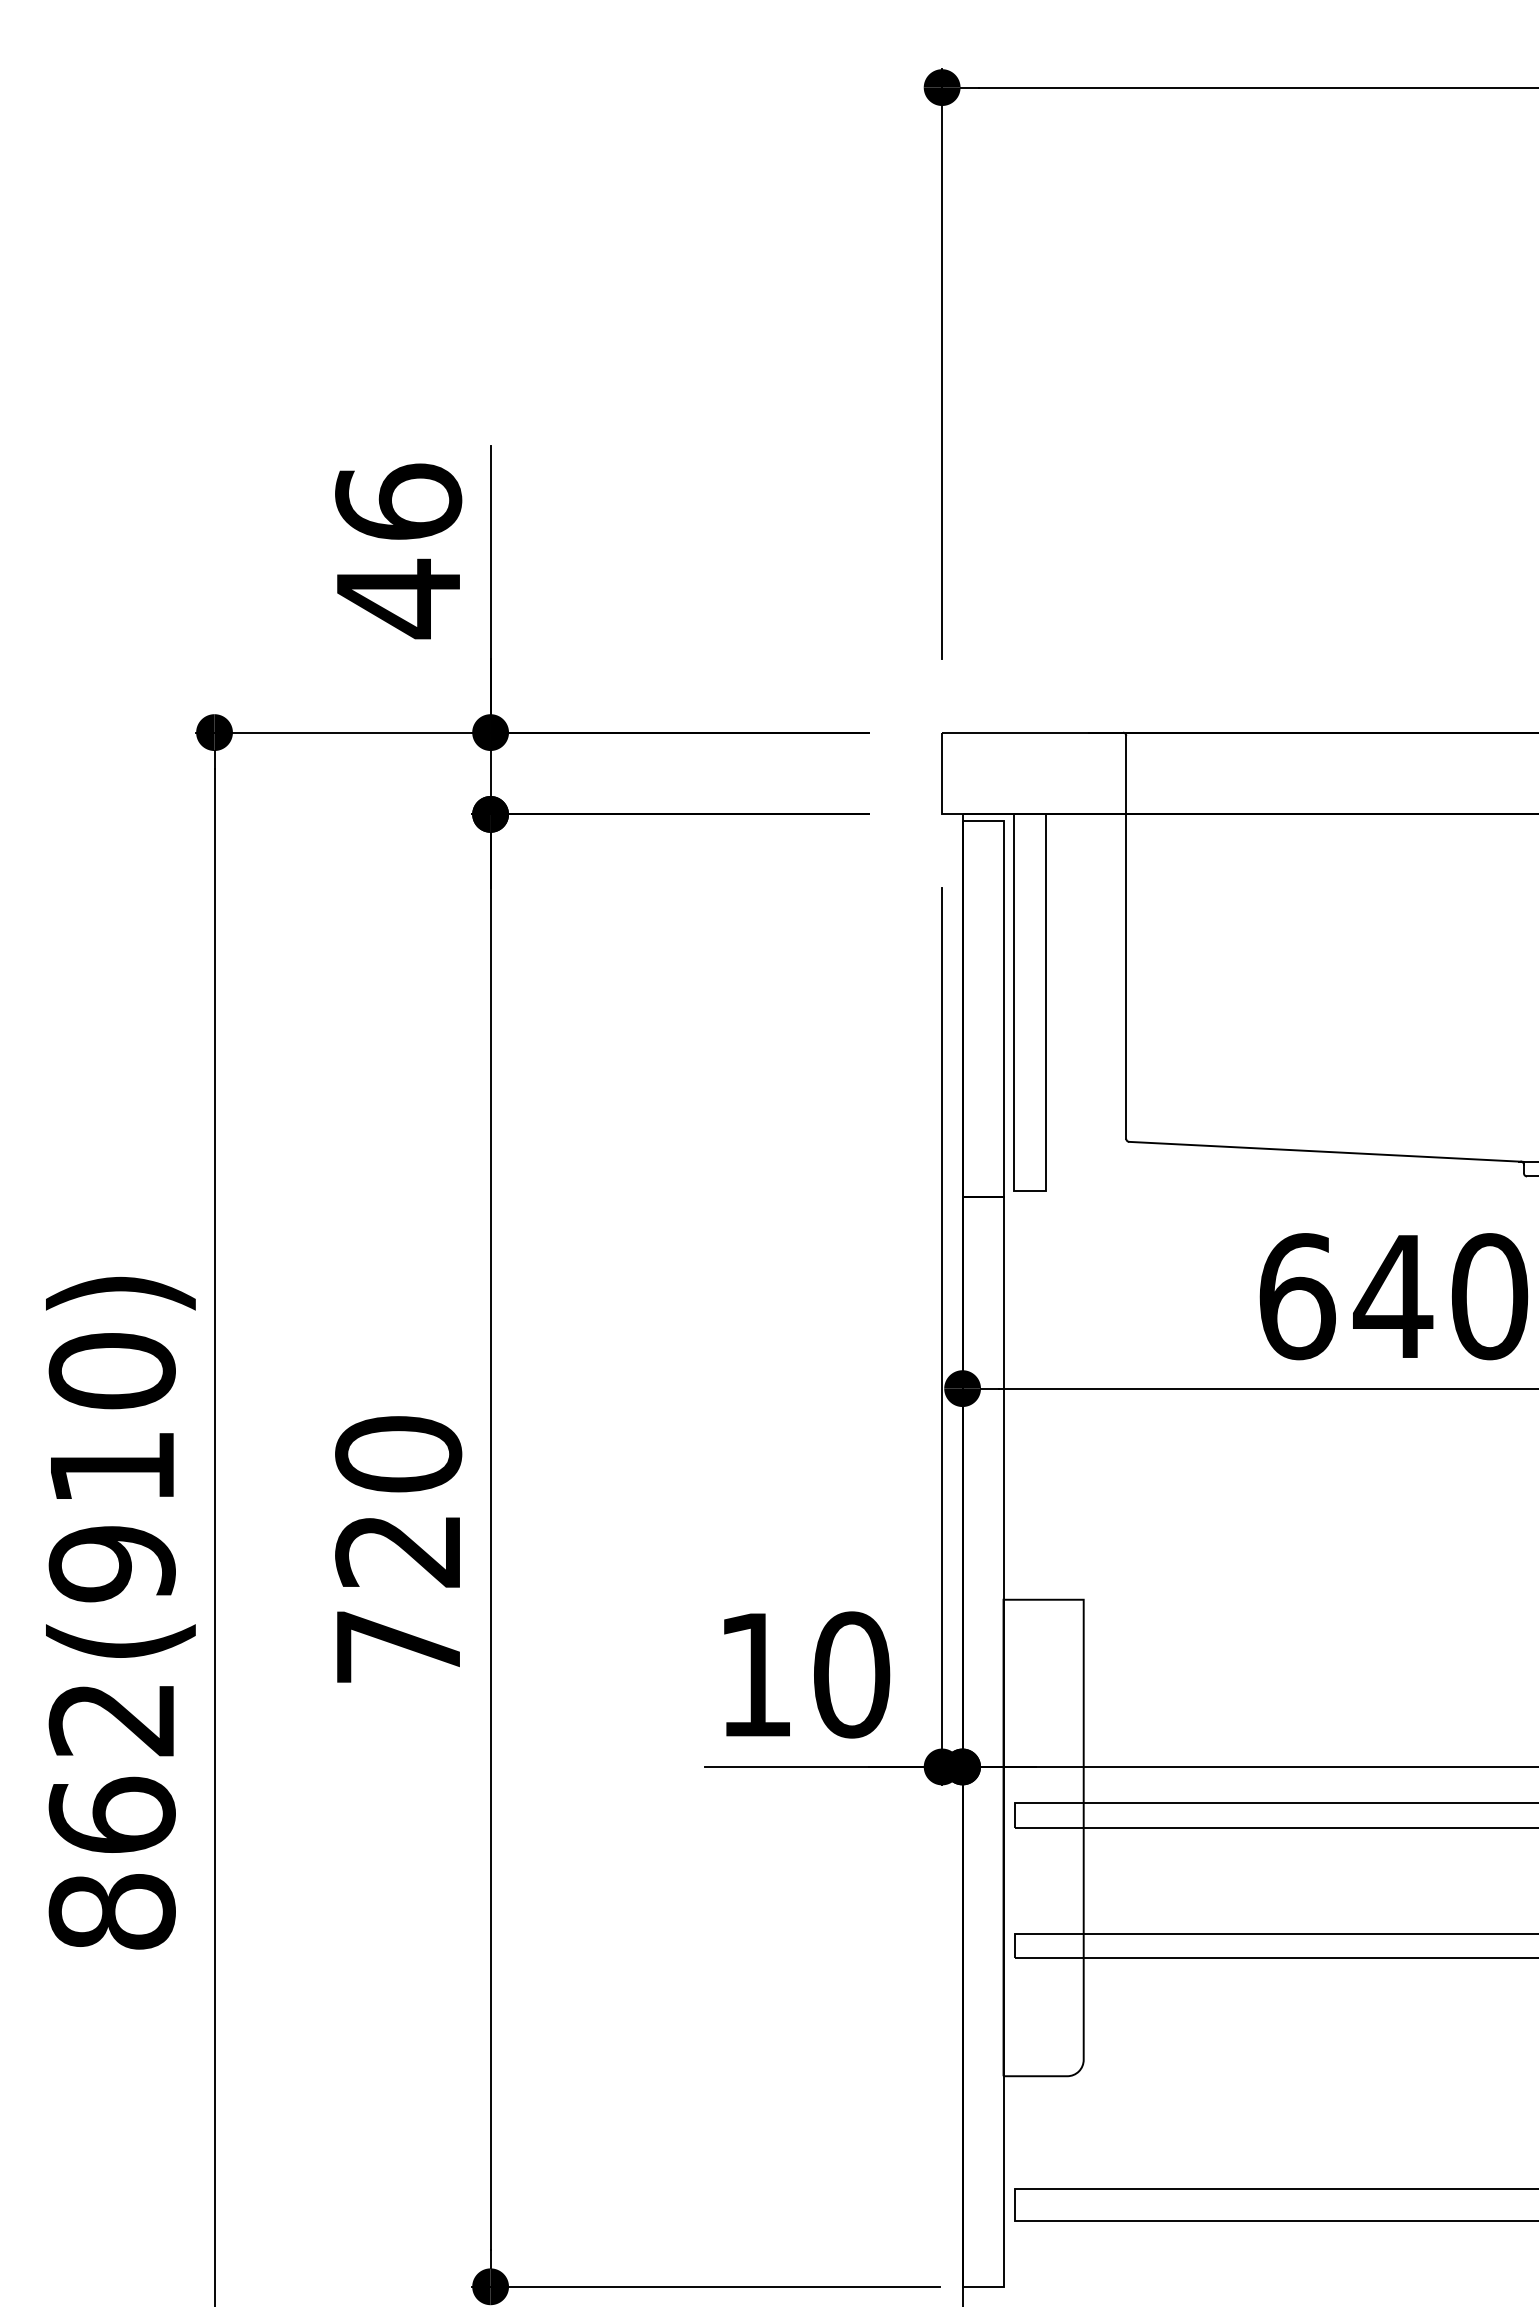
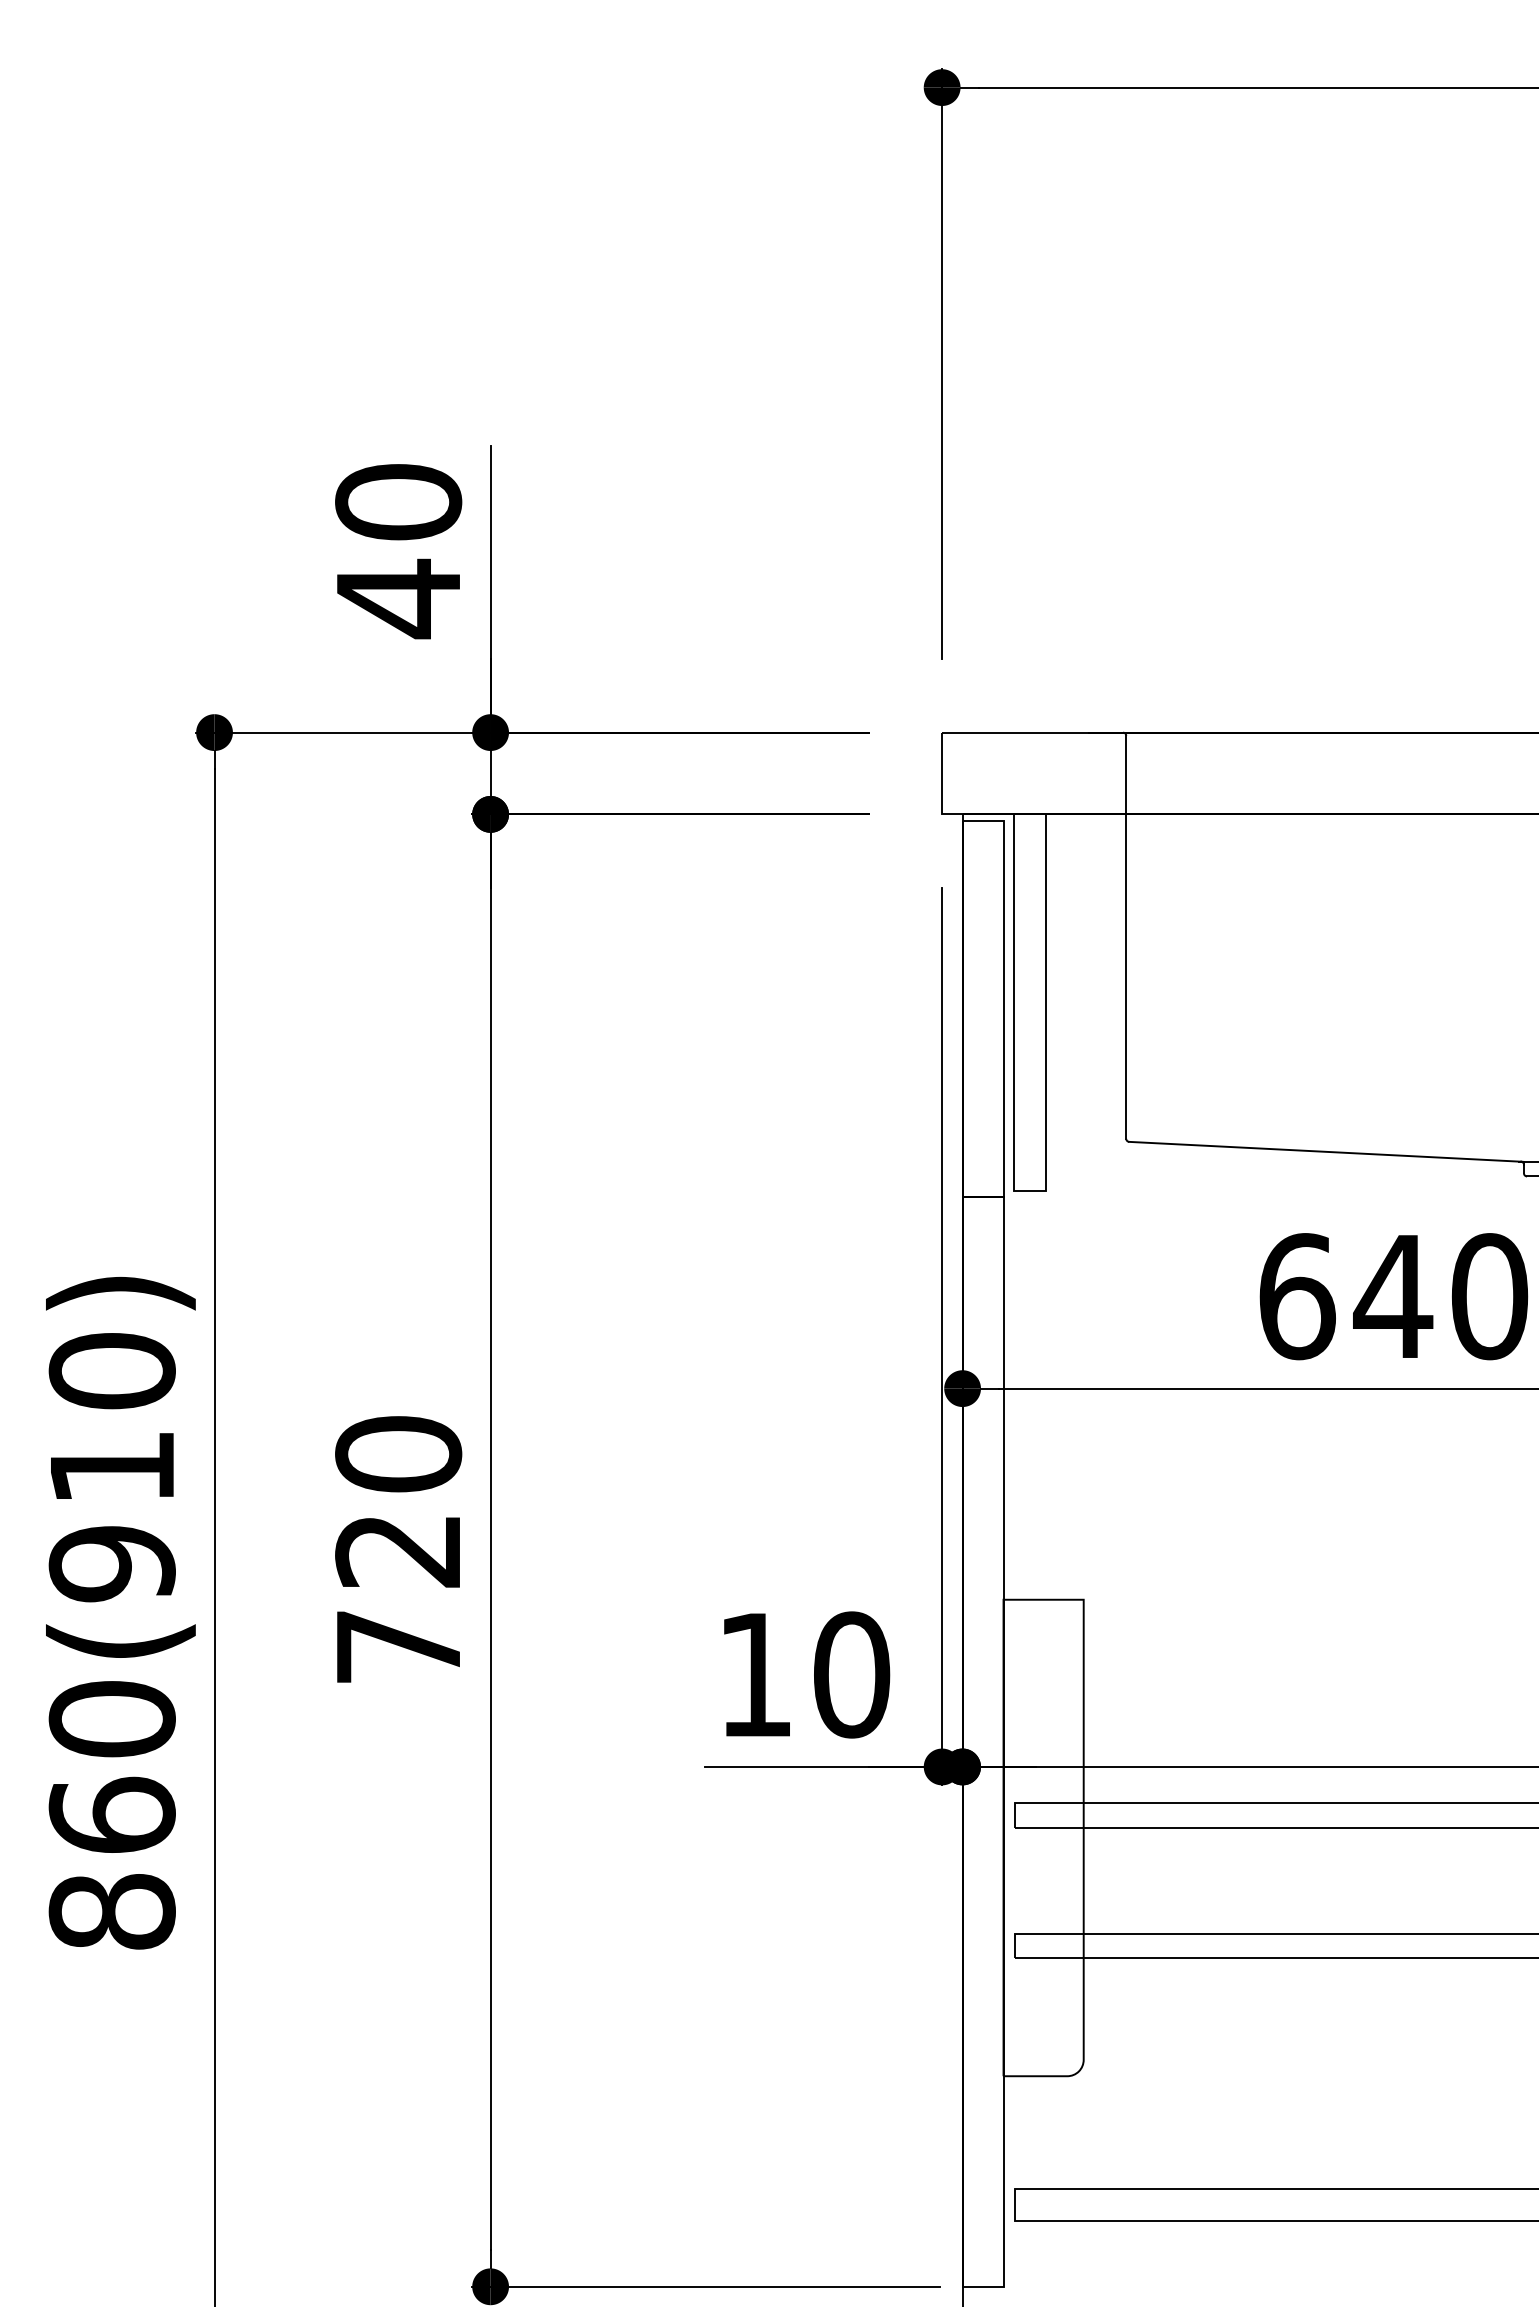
text at (398, 501): 46 -> 40
text at (111, 1719): 862(910) -> 860(910)
